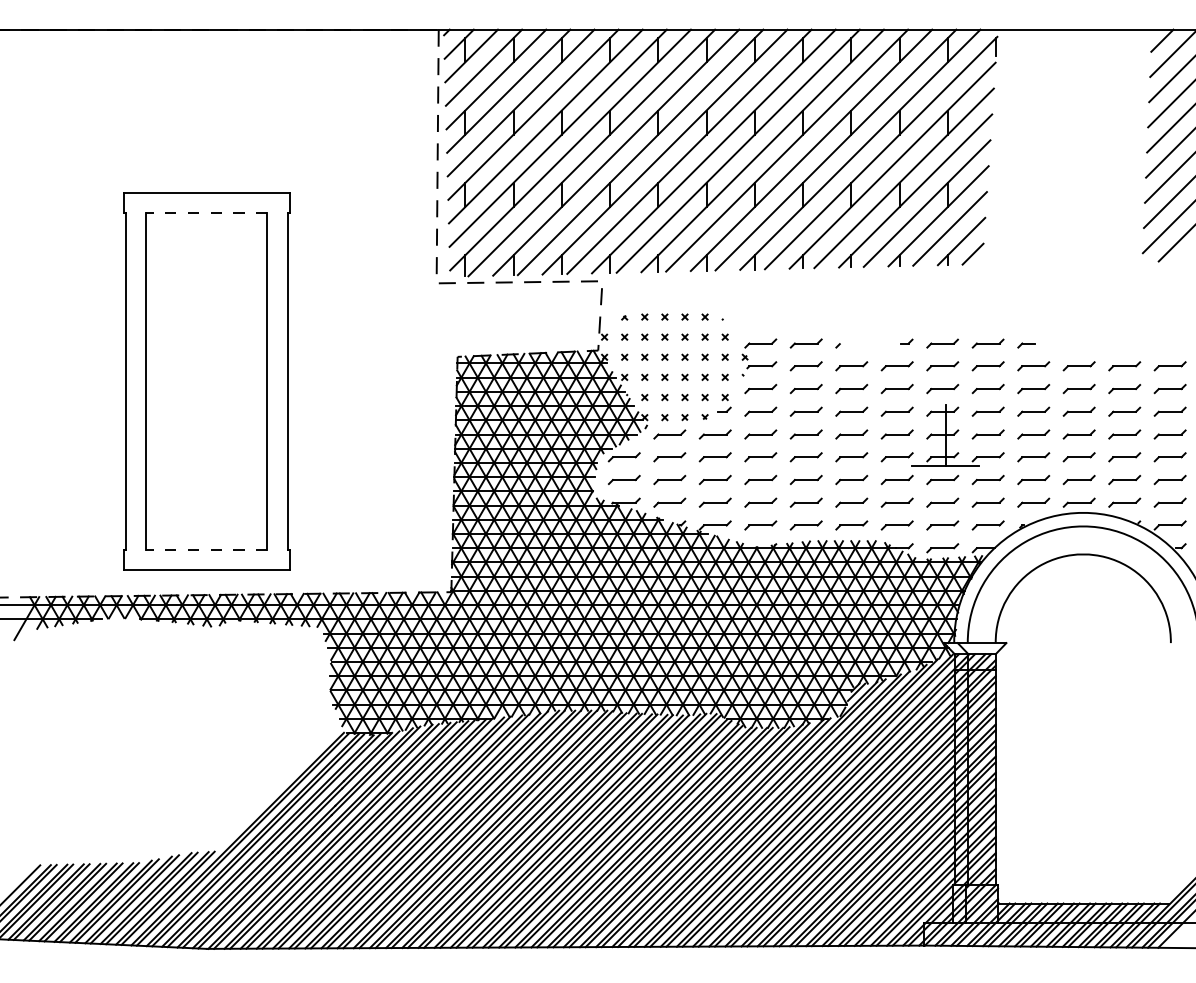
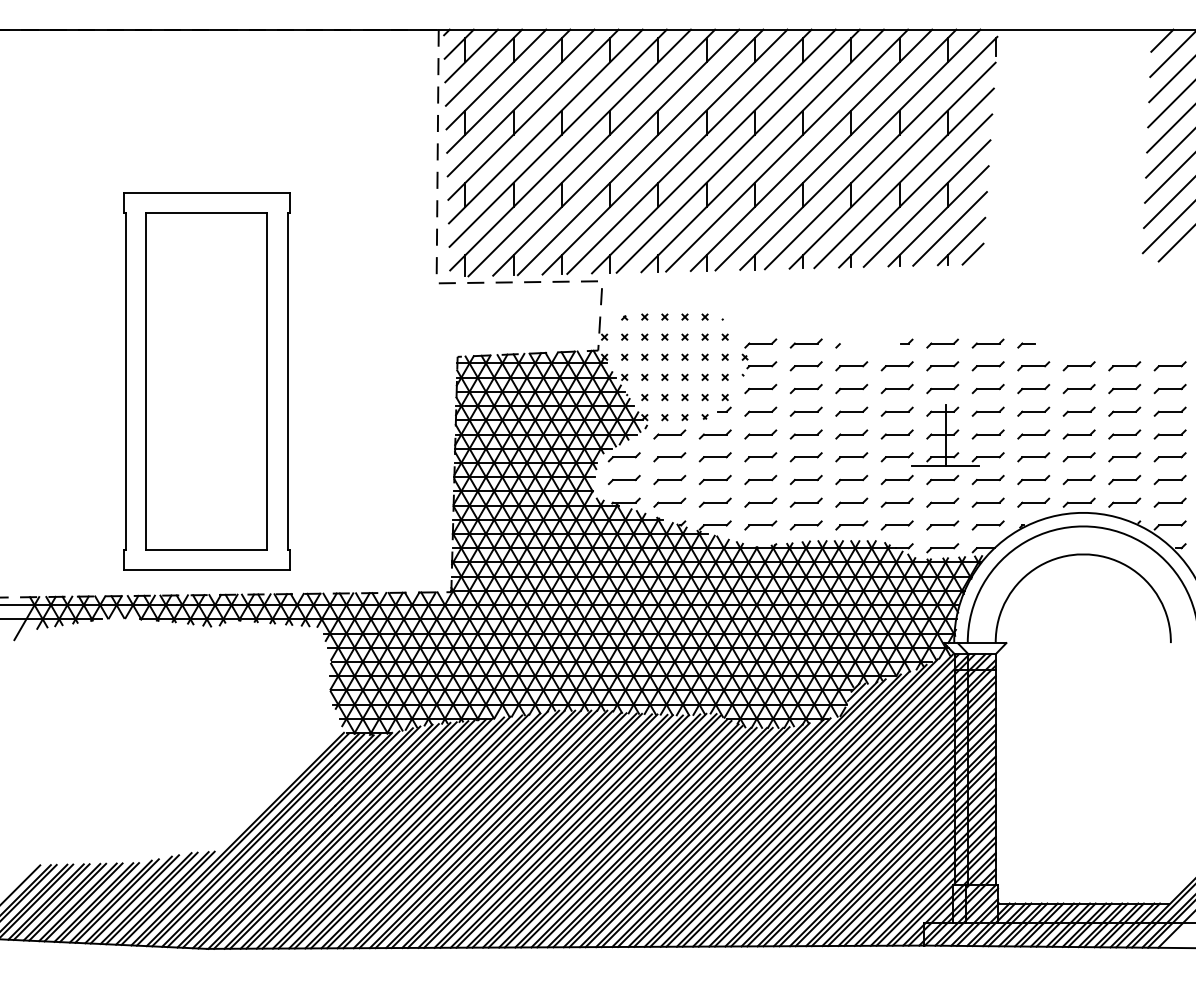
line at (206, 213): dashed -> solid
line at (206, 549): dashed -> solid
